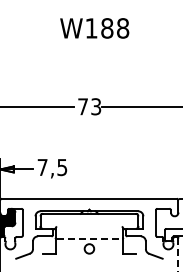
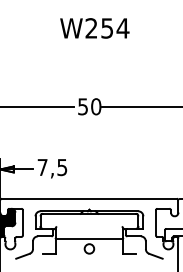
text at (107, 28): W188 -> W254
text at (89, 106): 73 -> 50
line at (89, 239): dashed -> solid
line at (178, 255): dashed -> solid
